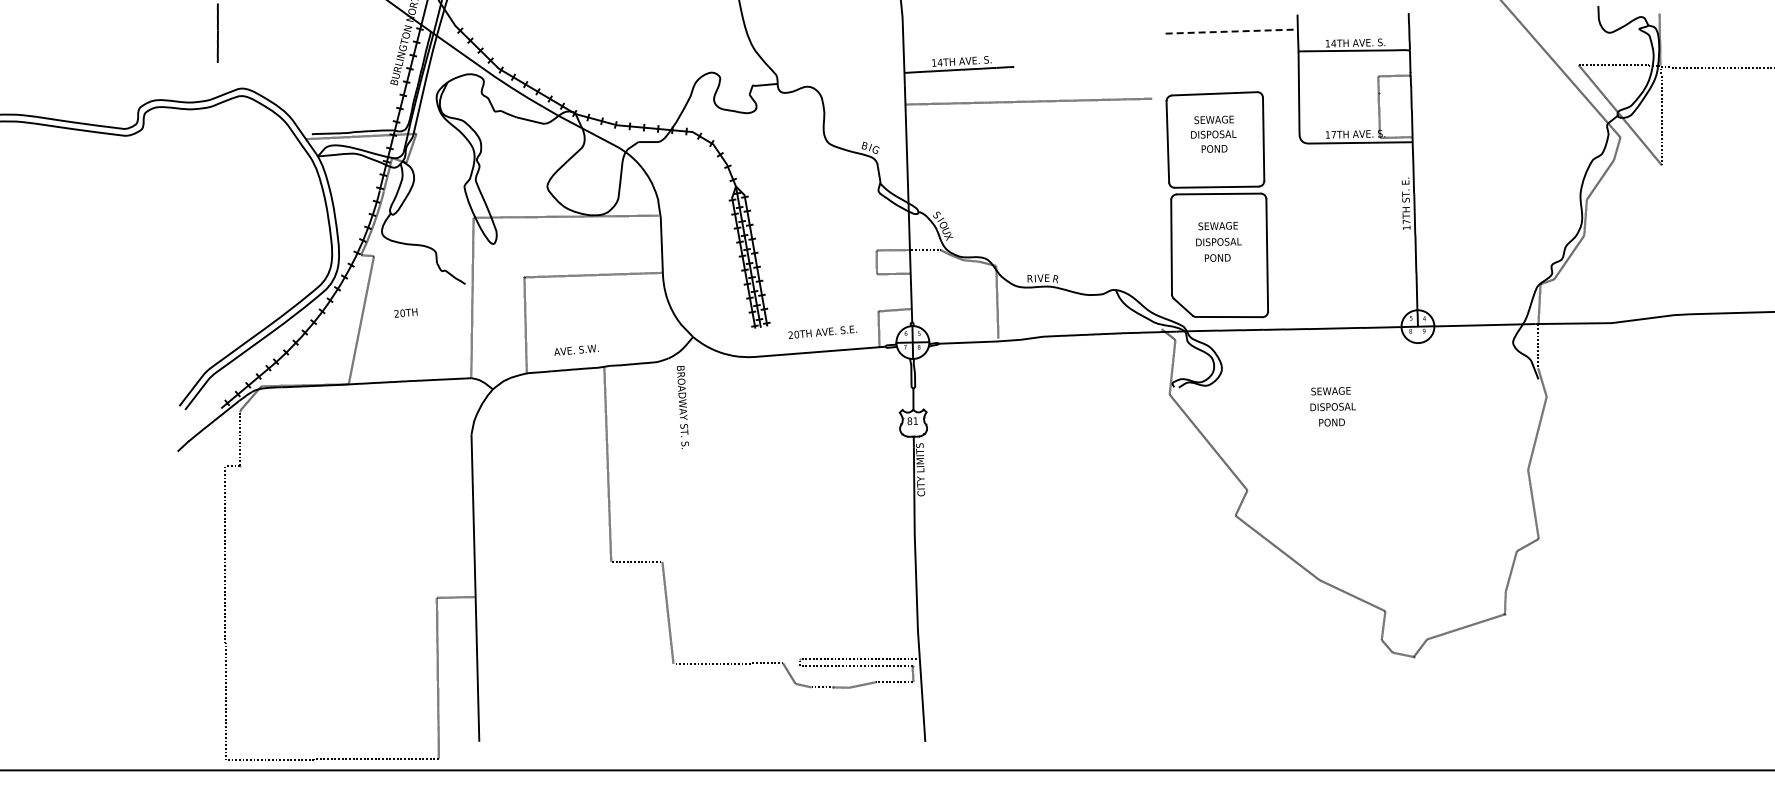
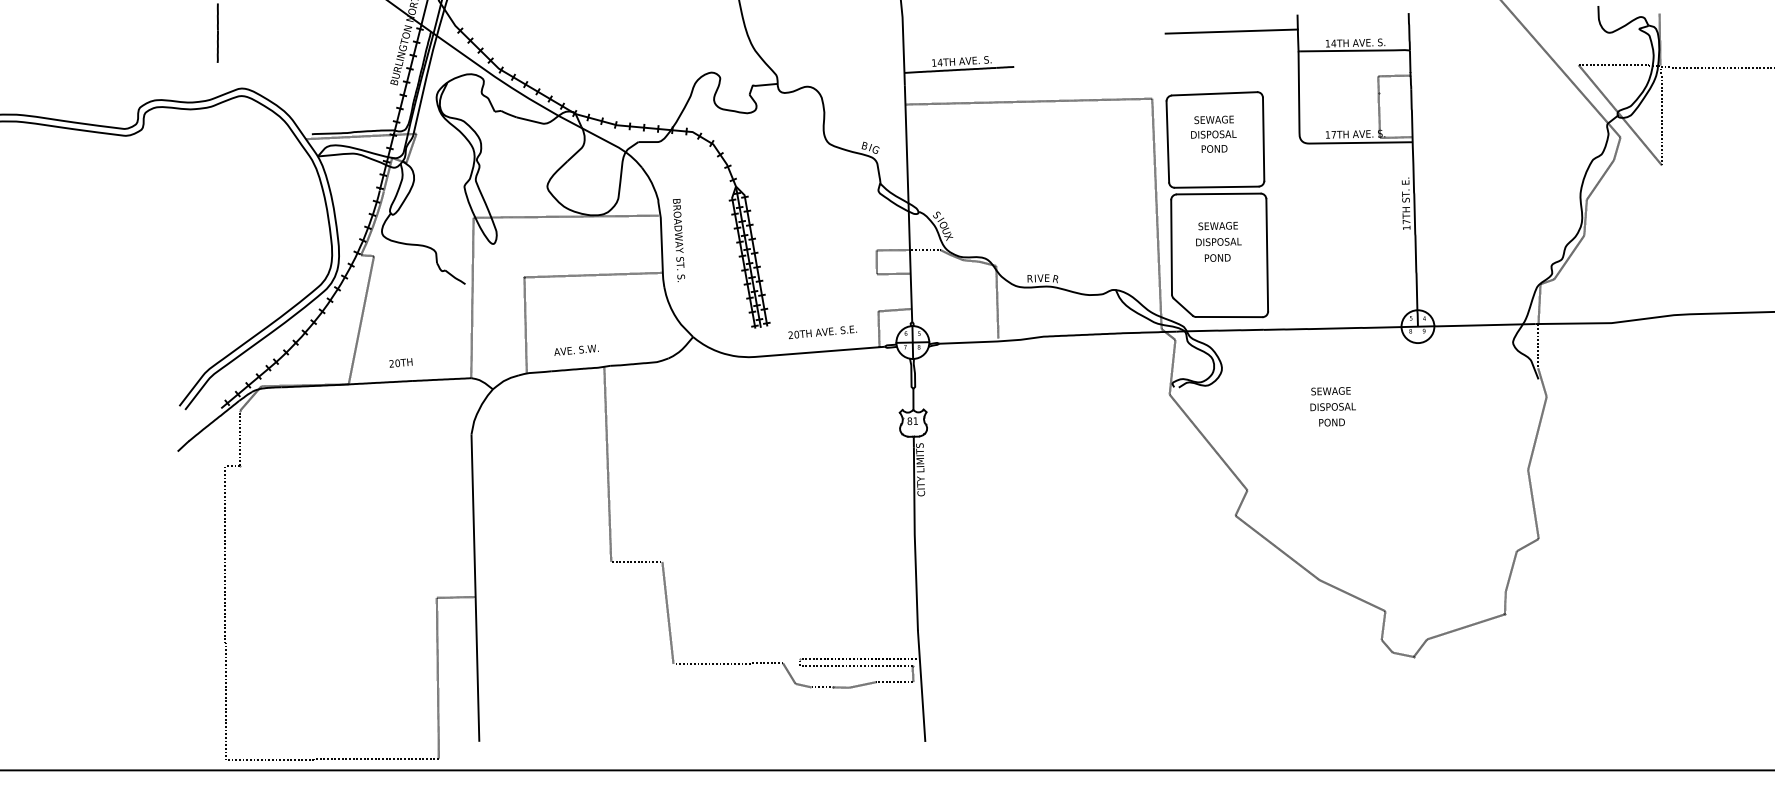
line at (1232, 31): dashed -> solid
line at (1156, 213): none -> present
text at (405, 312) position: (405, 312) -> (400, 362)
text at (683, 407) position: (683, 407) -> (679, 240)
